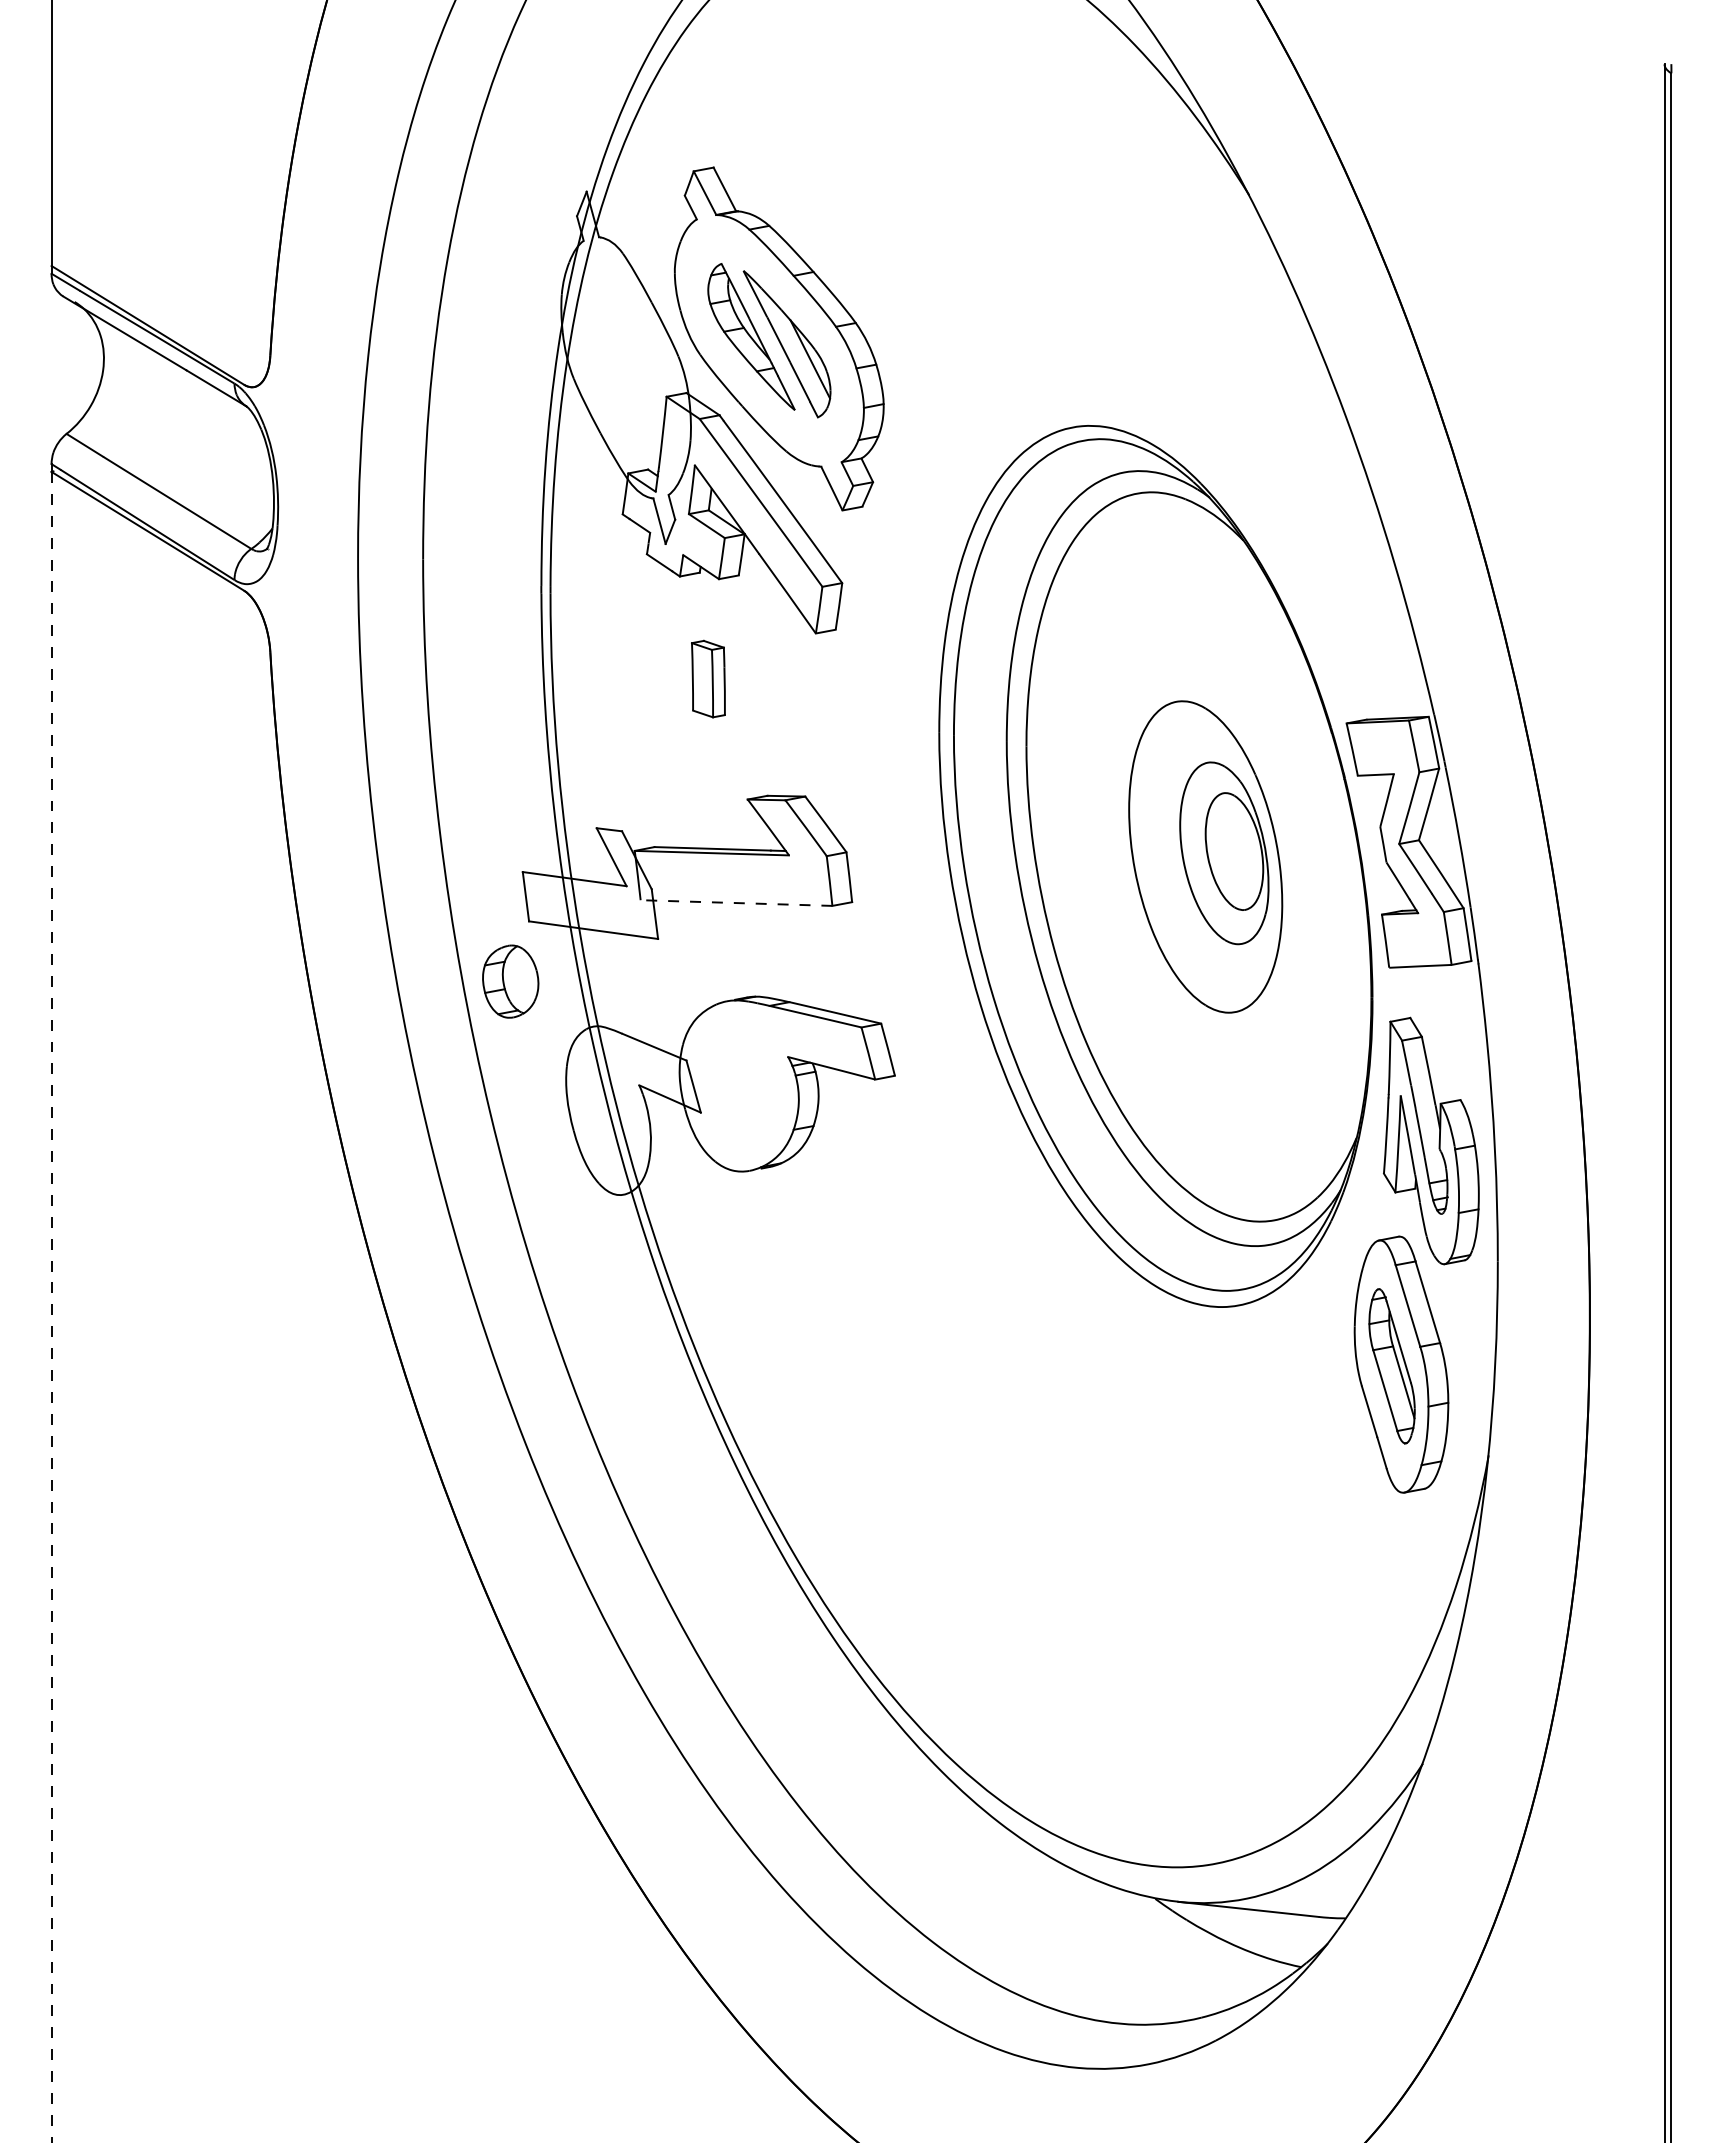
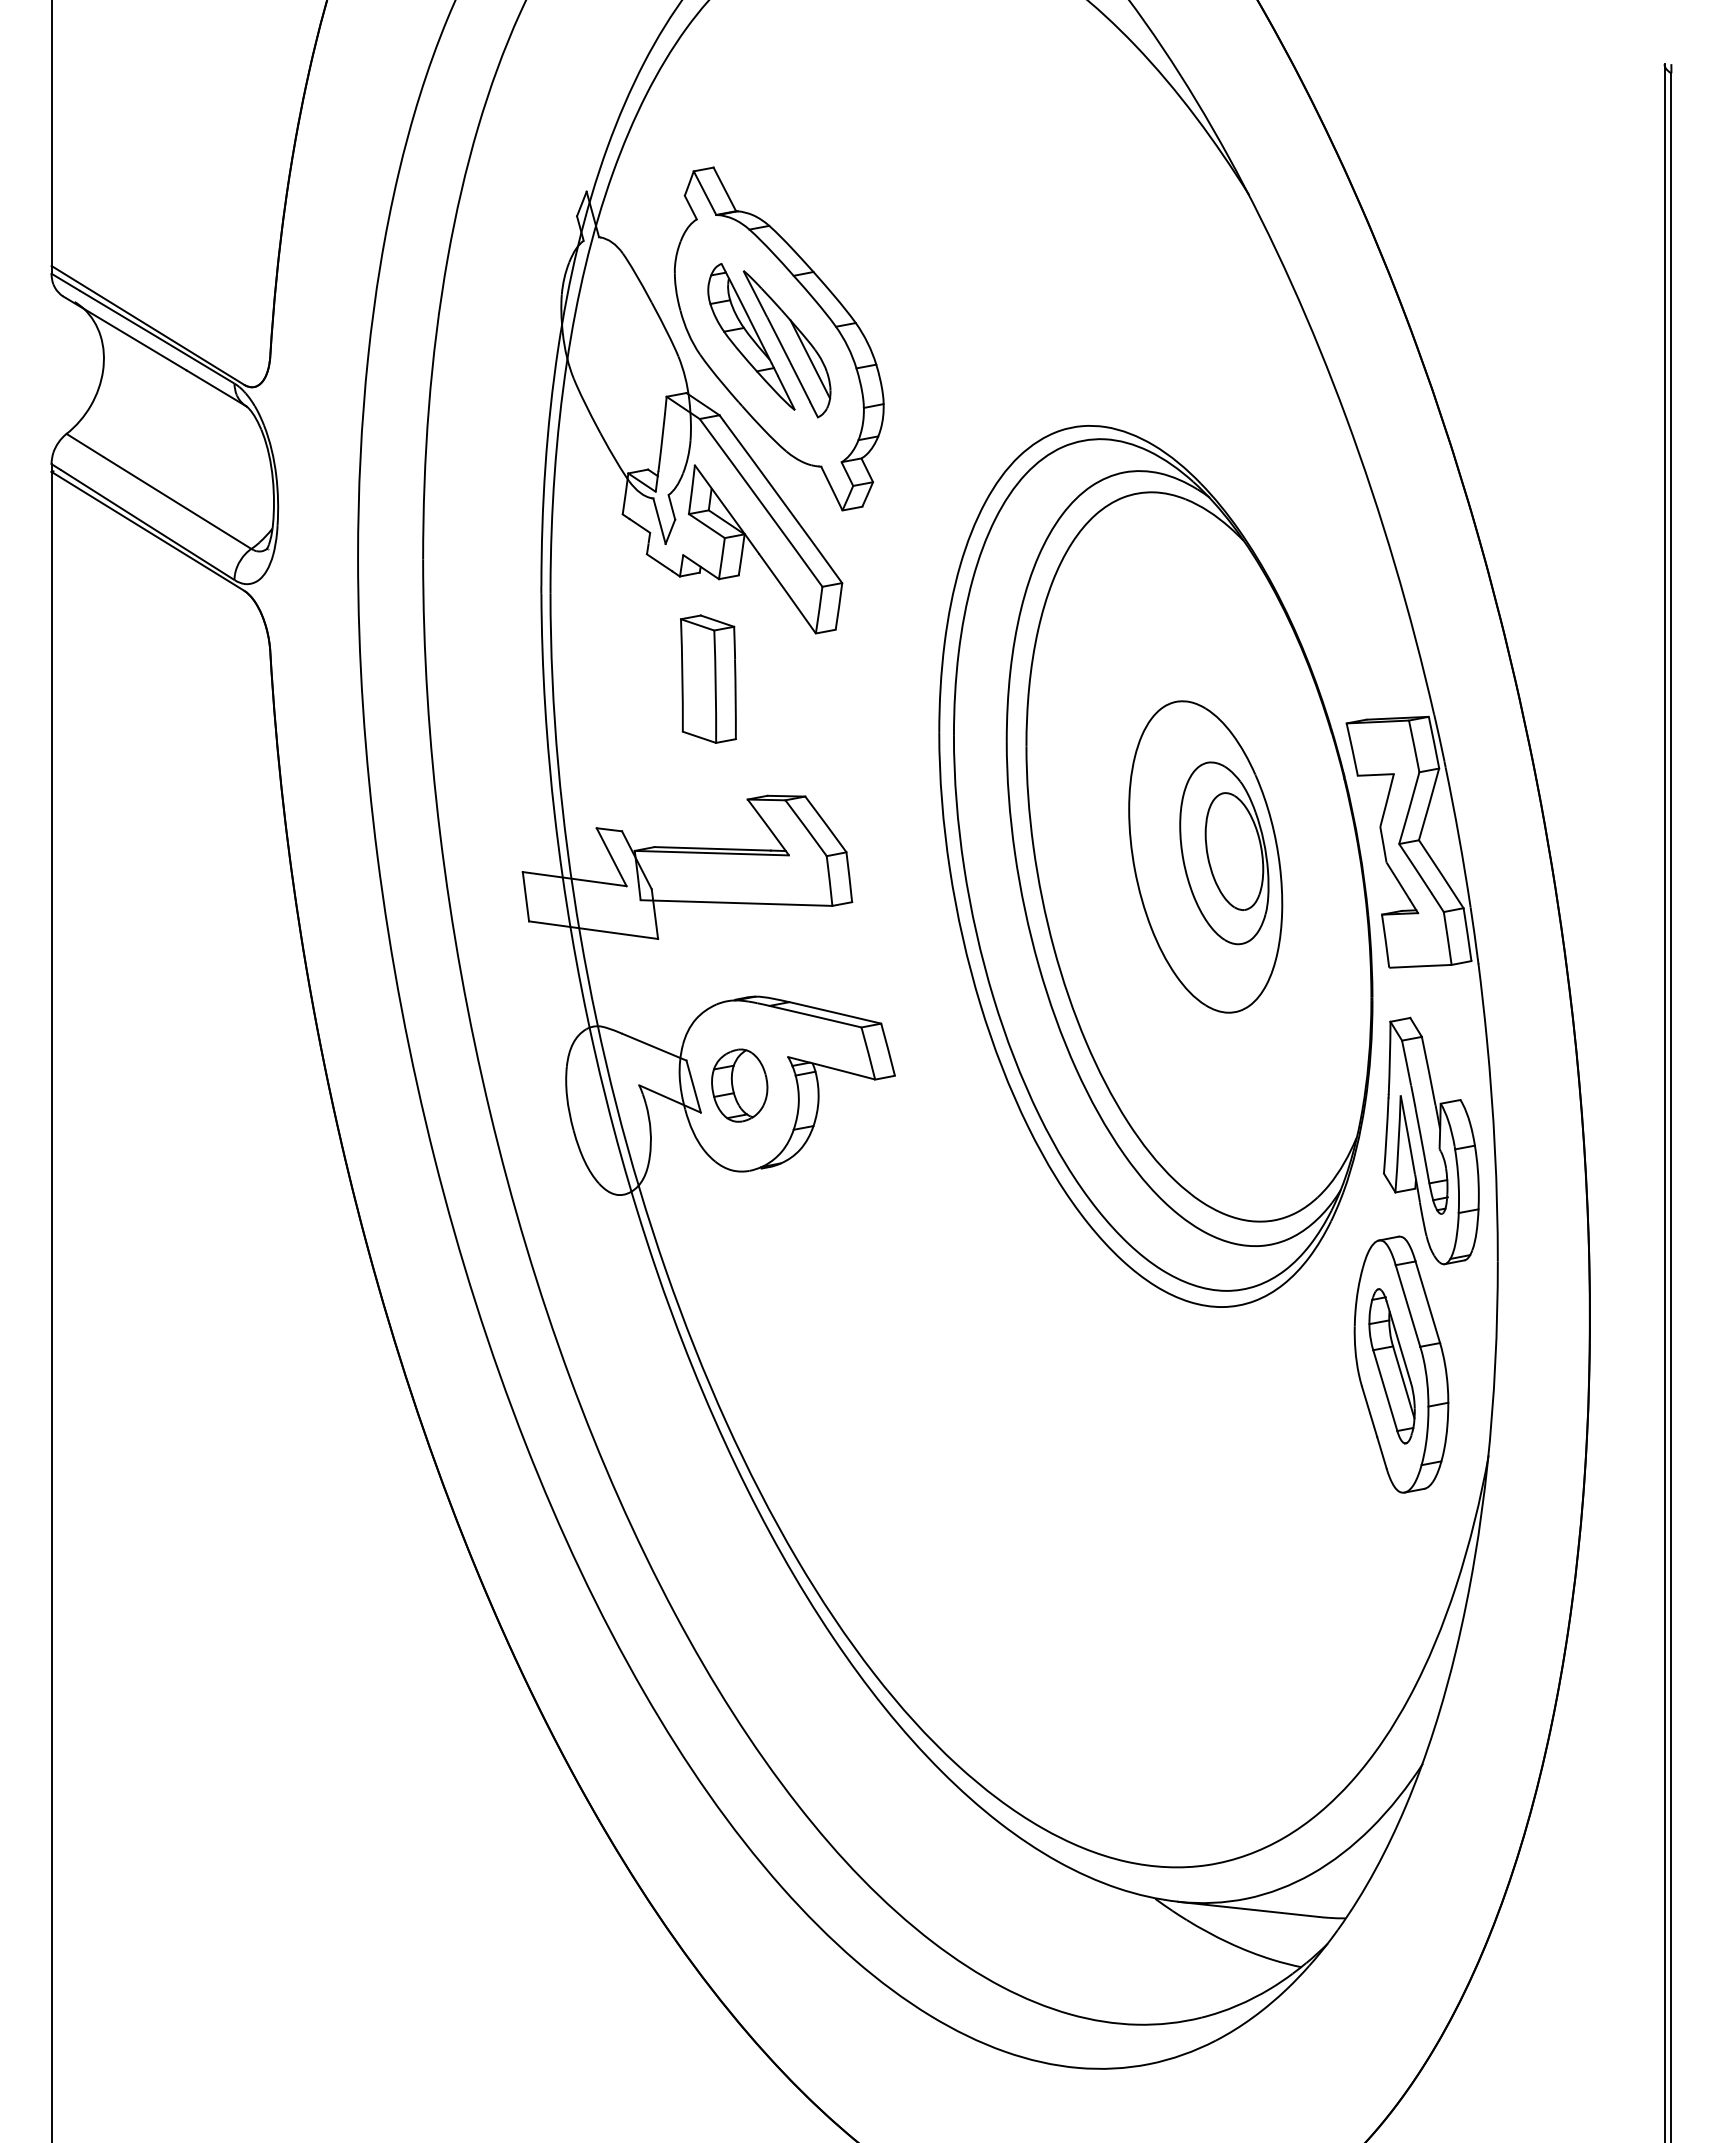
part at (708, 678) size: 35x80 px -> 57x130 px
line at (736, 903): dashed -> solid
part at (510, 981) position: (510, 981) -> (739, 1085)
line at (51, 1307): dashed -> solid
